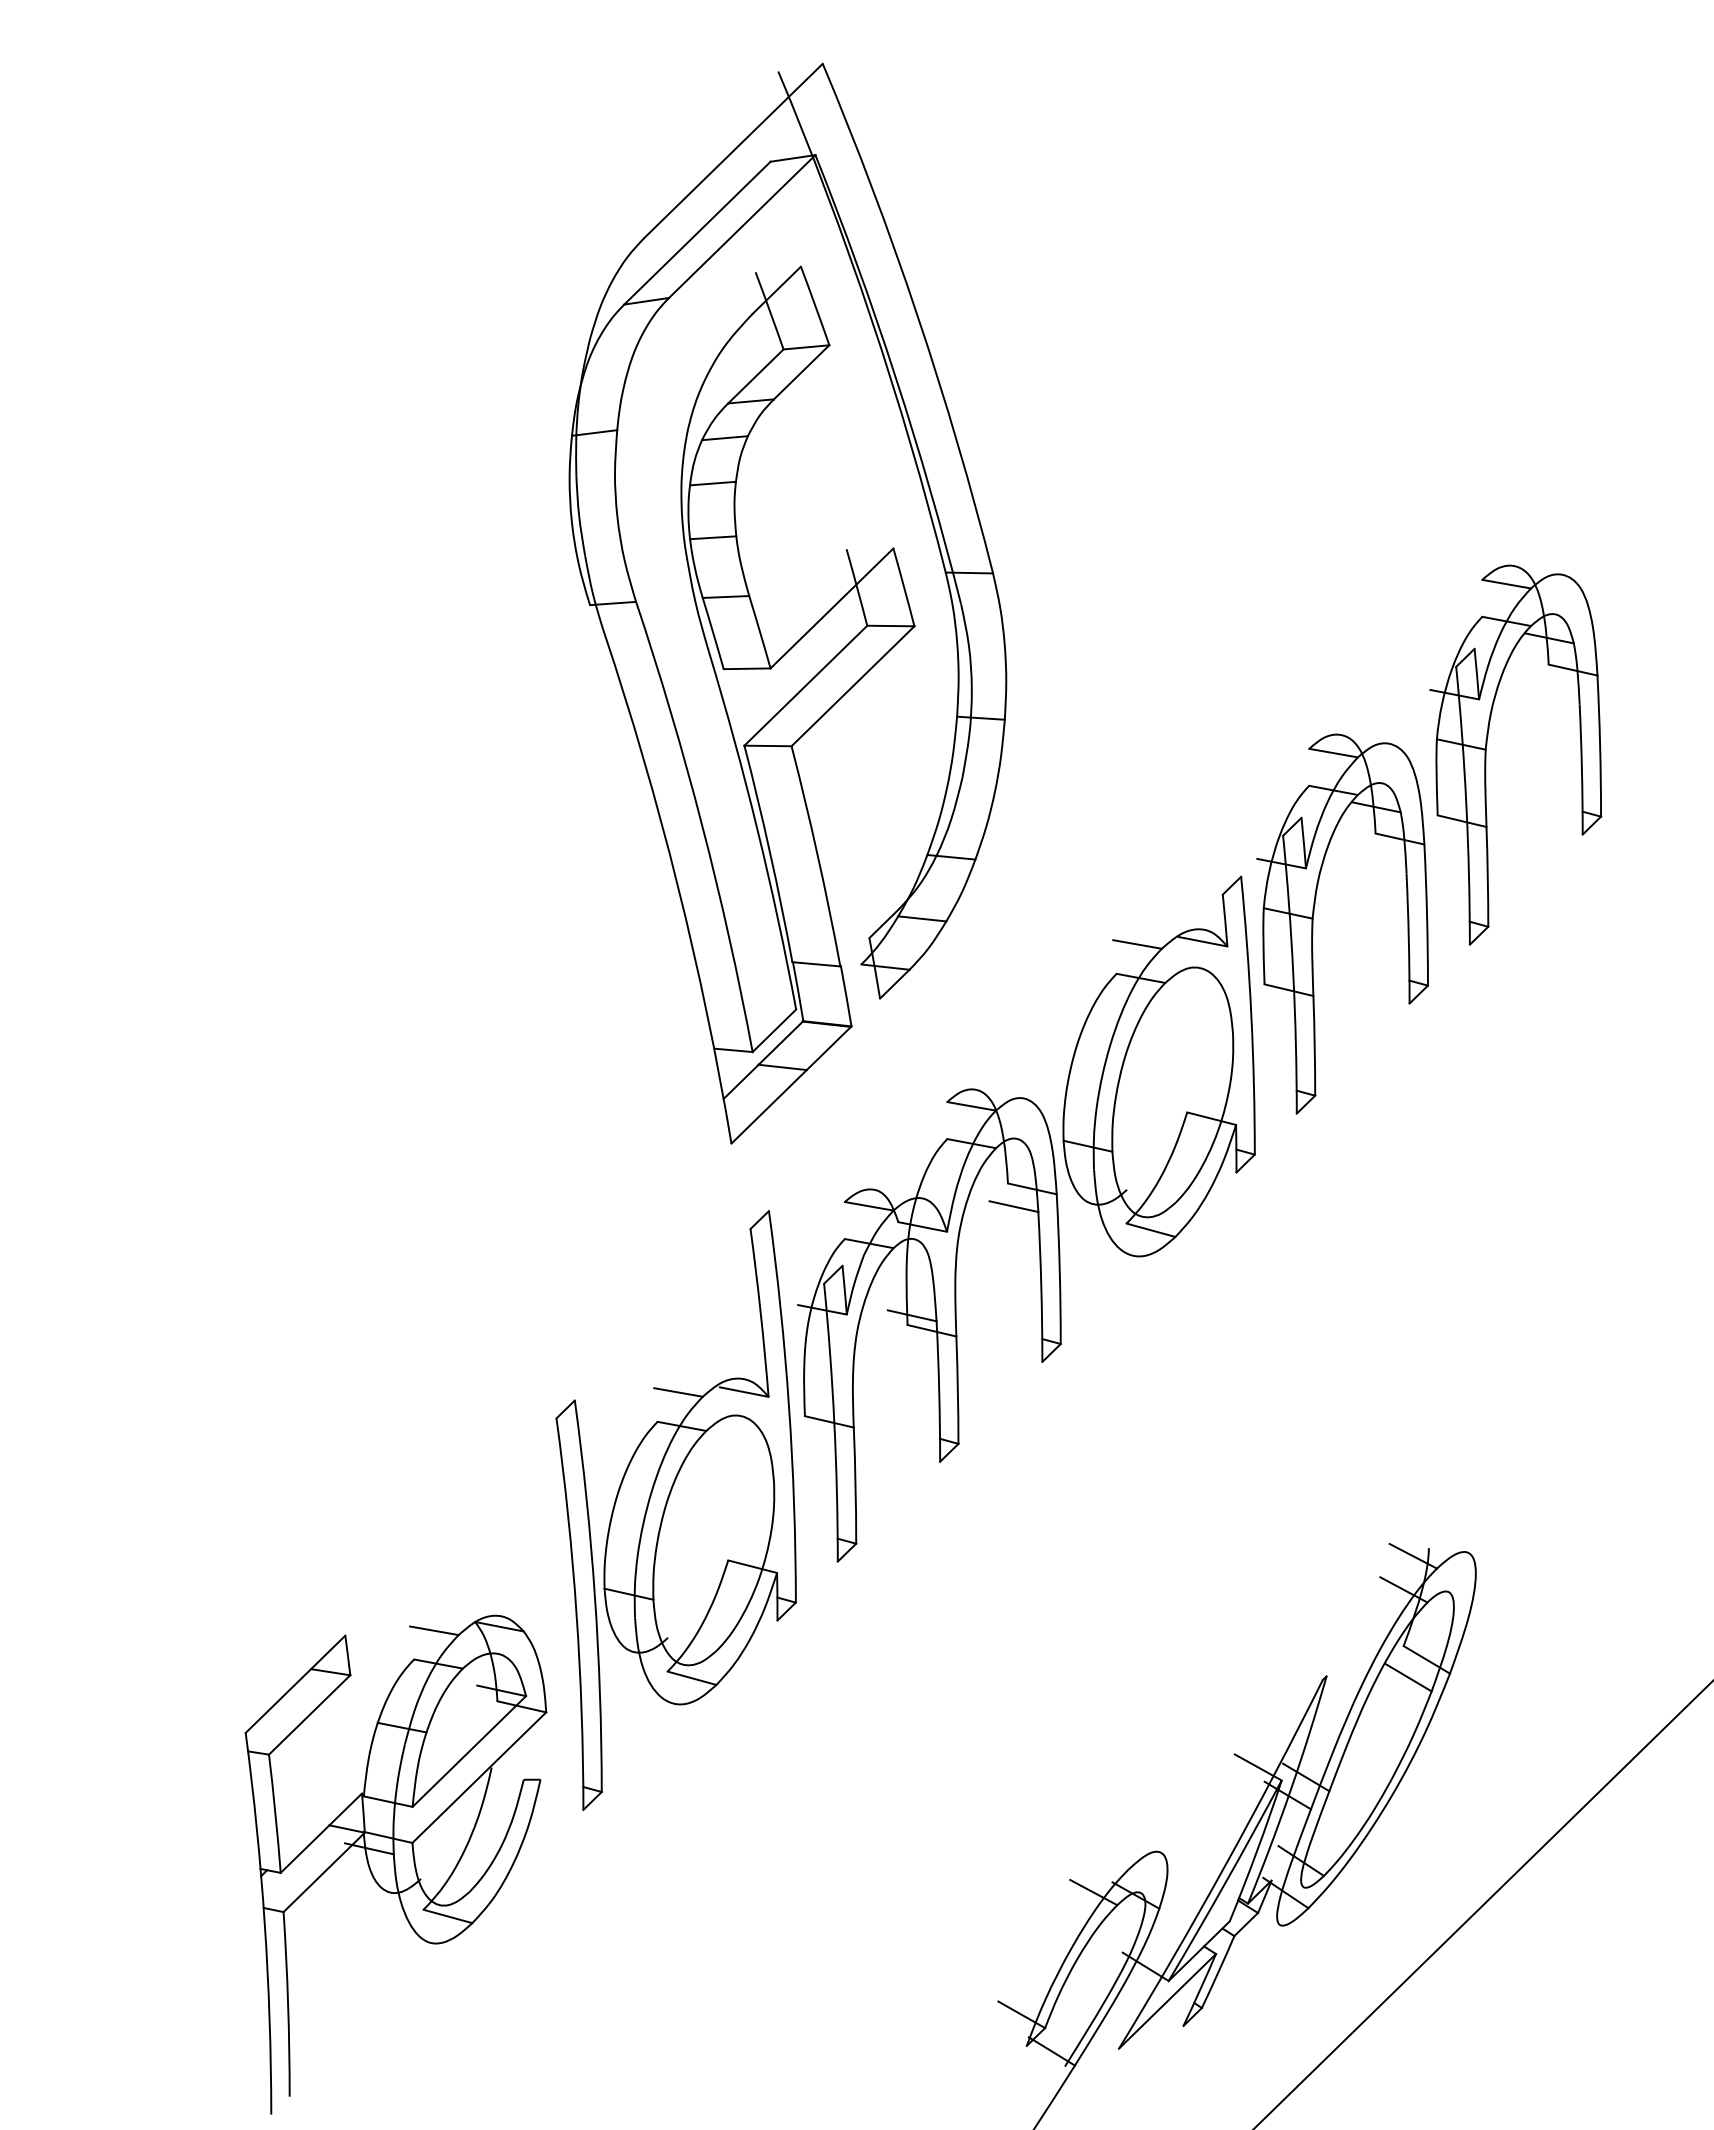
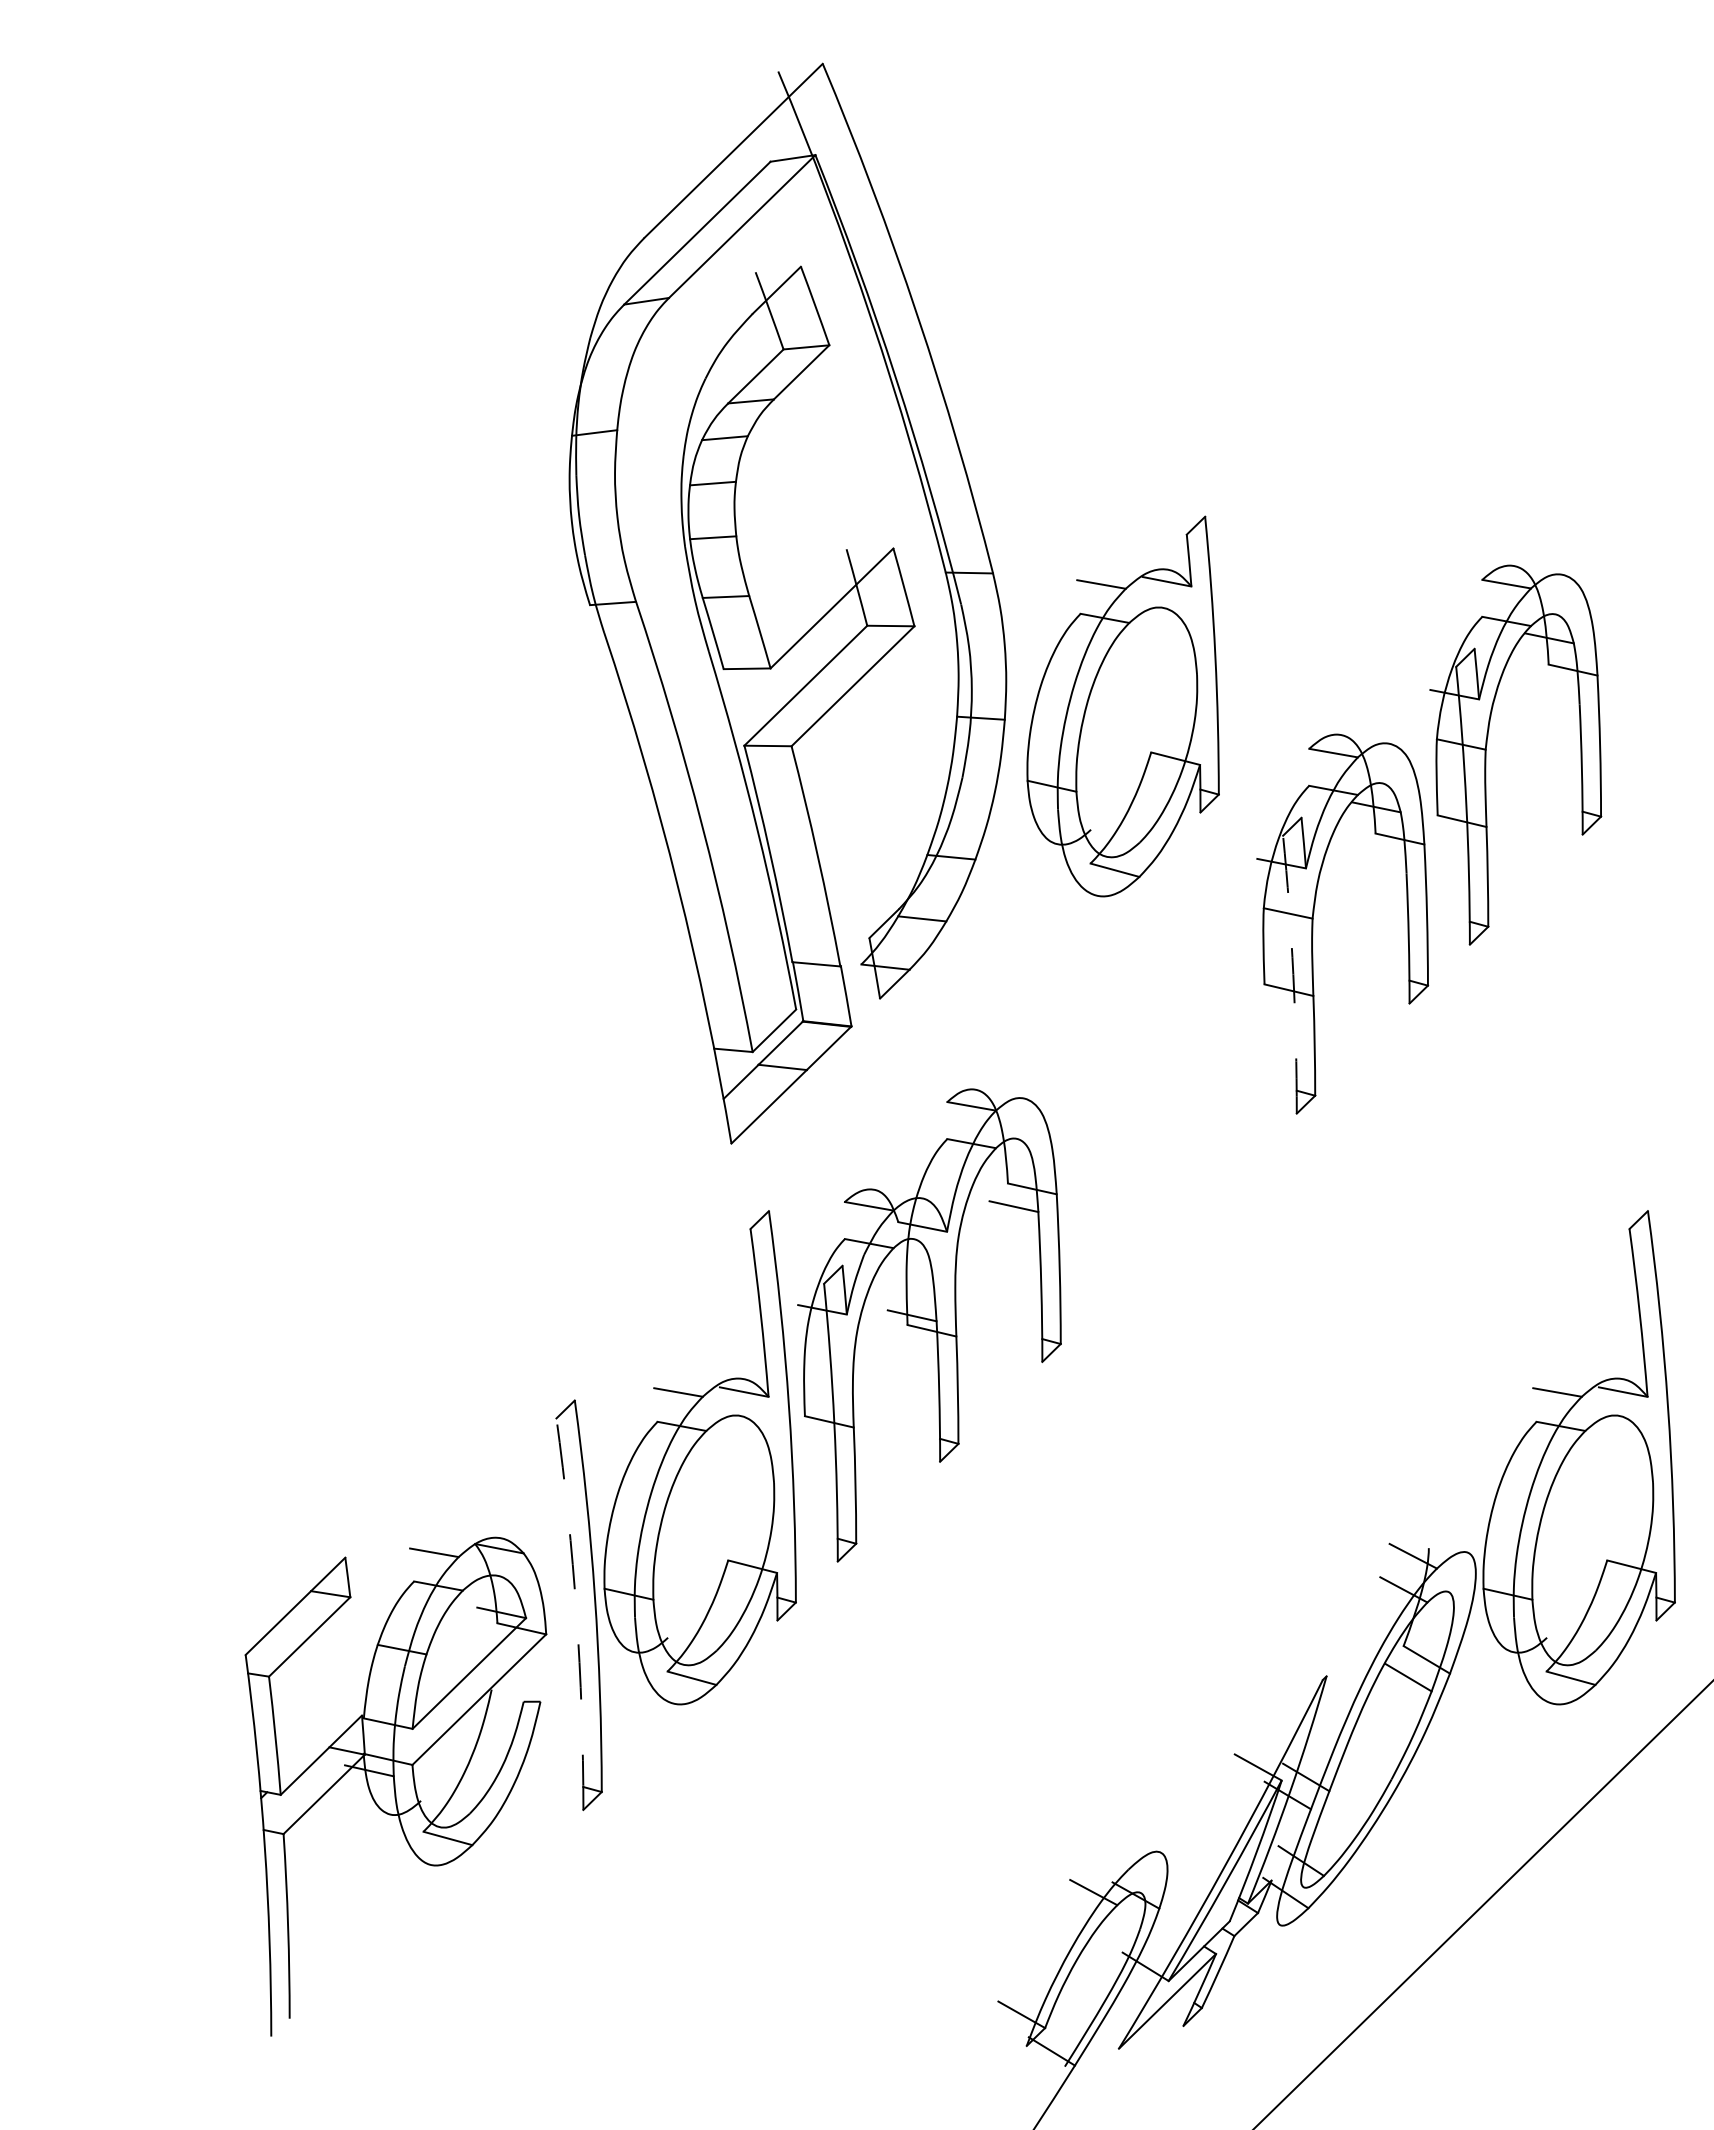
arc at (1293, 974): solid -> dashed
part at (1158, 1066) position: (1158, 1066) -> (1122, 706)
part at (1578, 1457): none -> present
arc at (576, 1613): solid -> dashed
part at (395, 1864) position: (395, 1864) -> (395, 1786)
